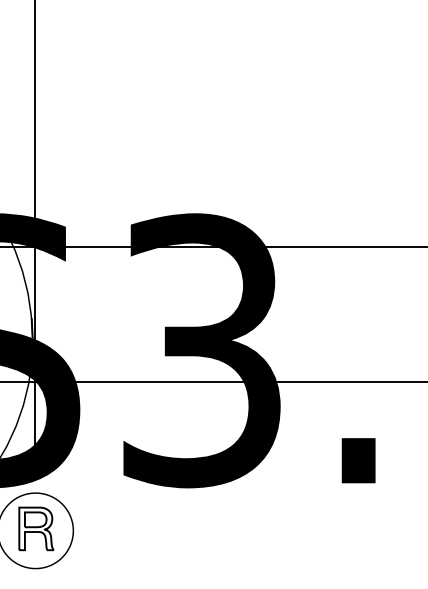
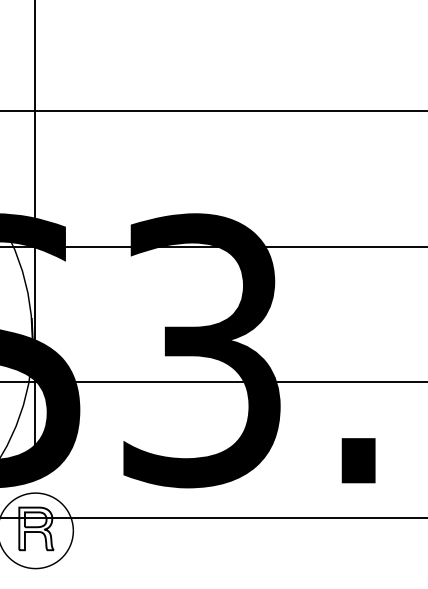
line at (213, 111): none -> present
line at (213, 517): none -> present
